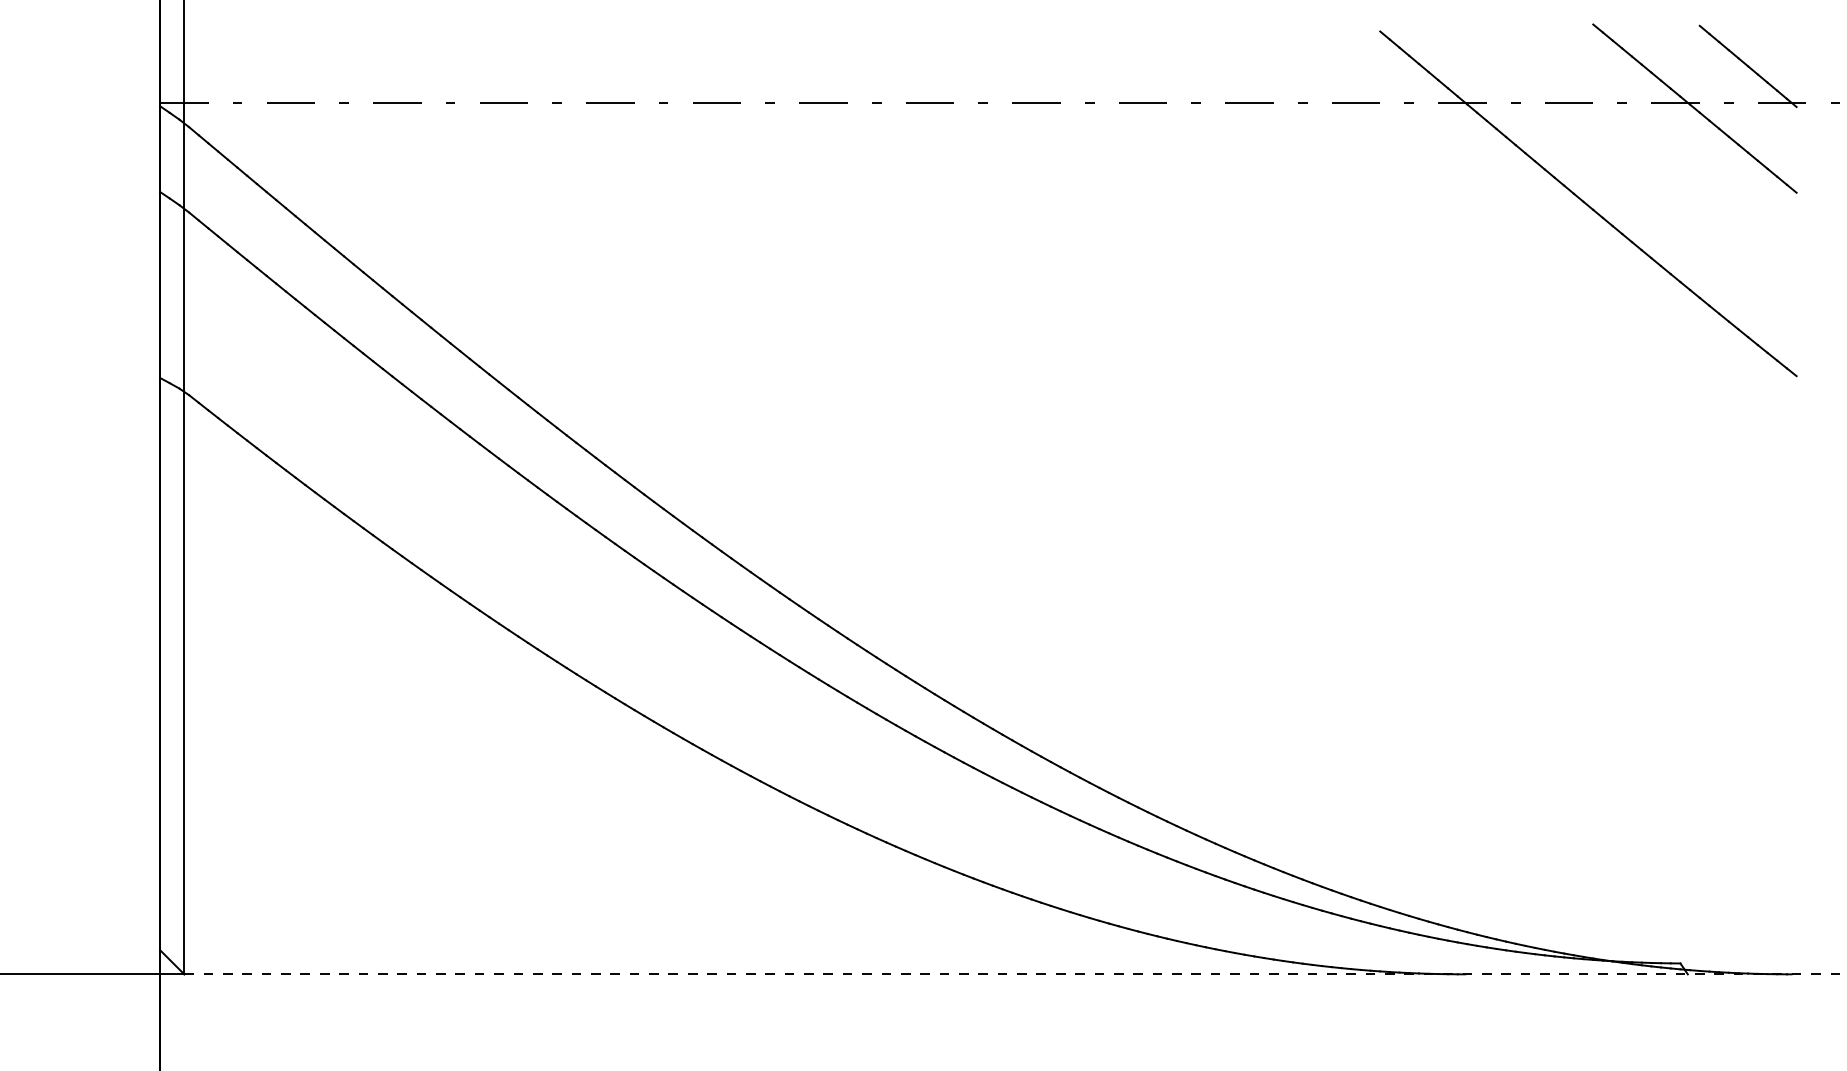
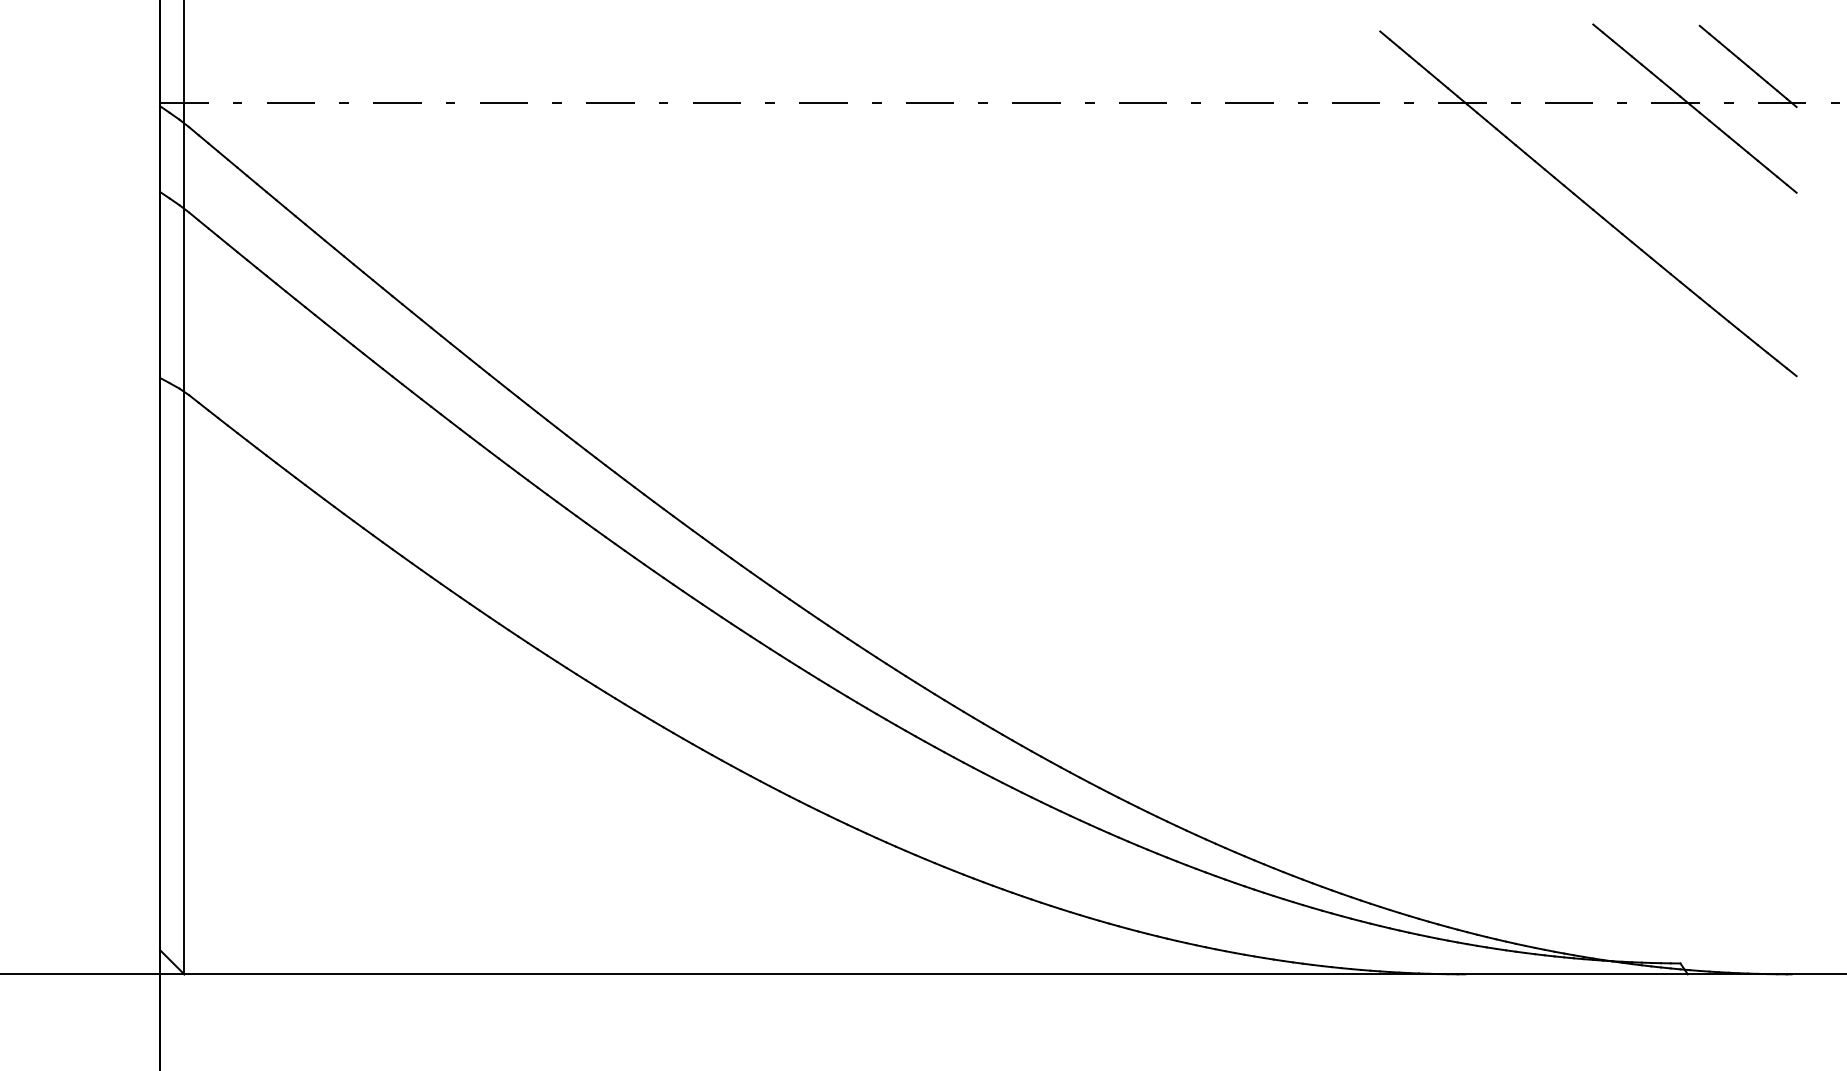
line at (1016, 974): dashed -> solid
